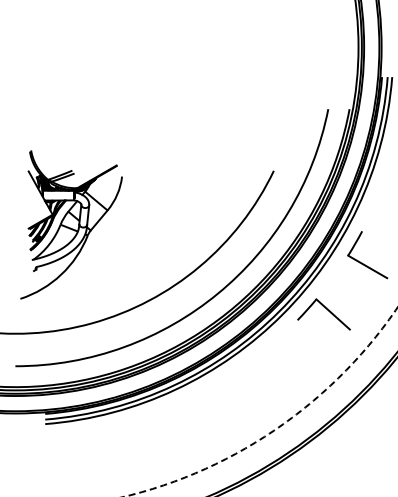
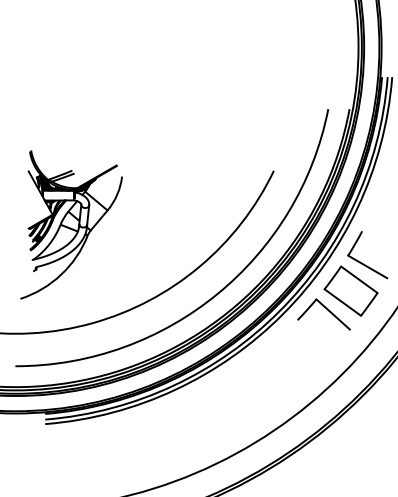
part at (350, 290): none -> present
circle at (260, 401): dashed -> solid
